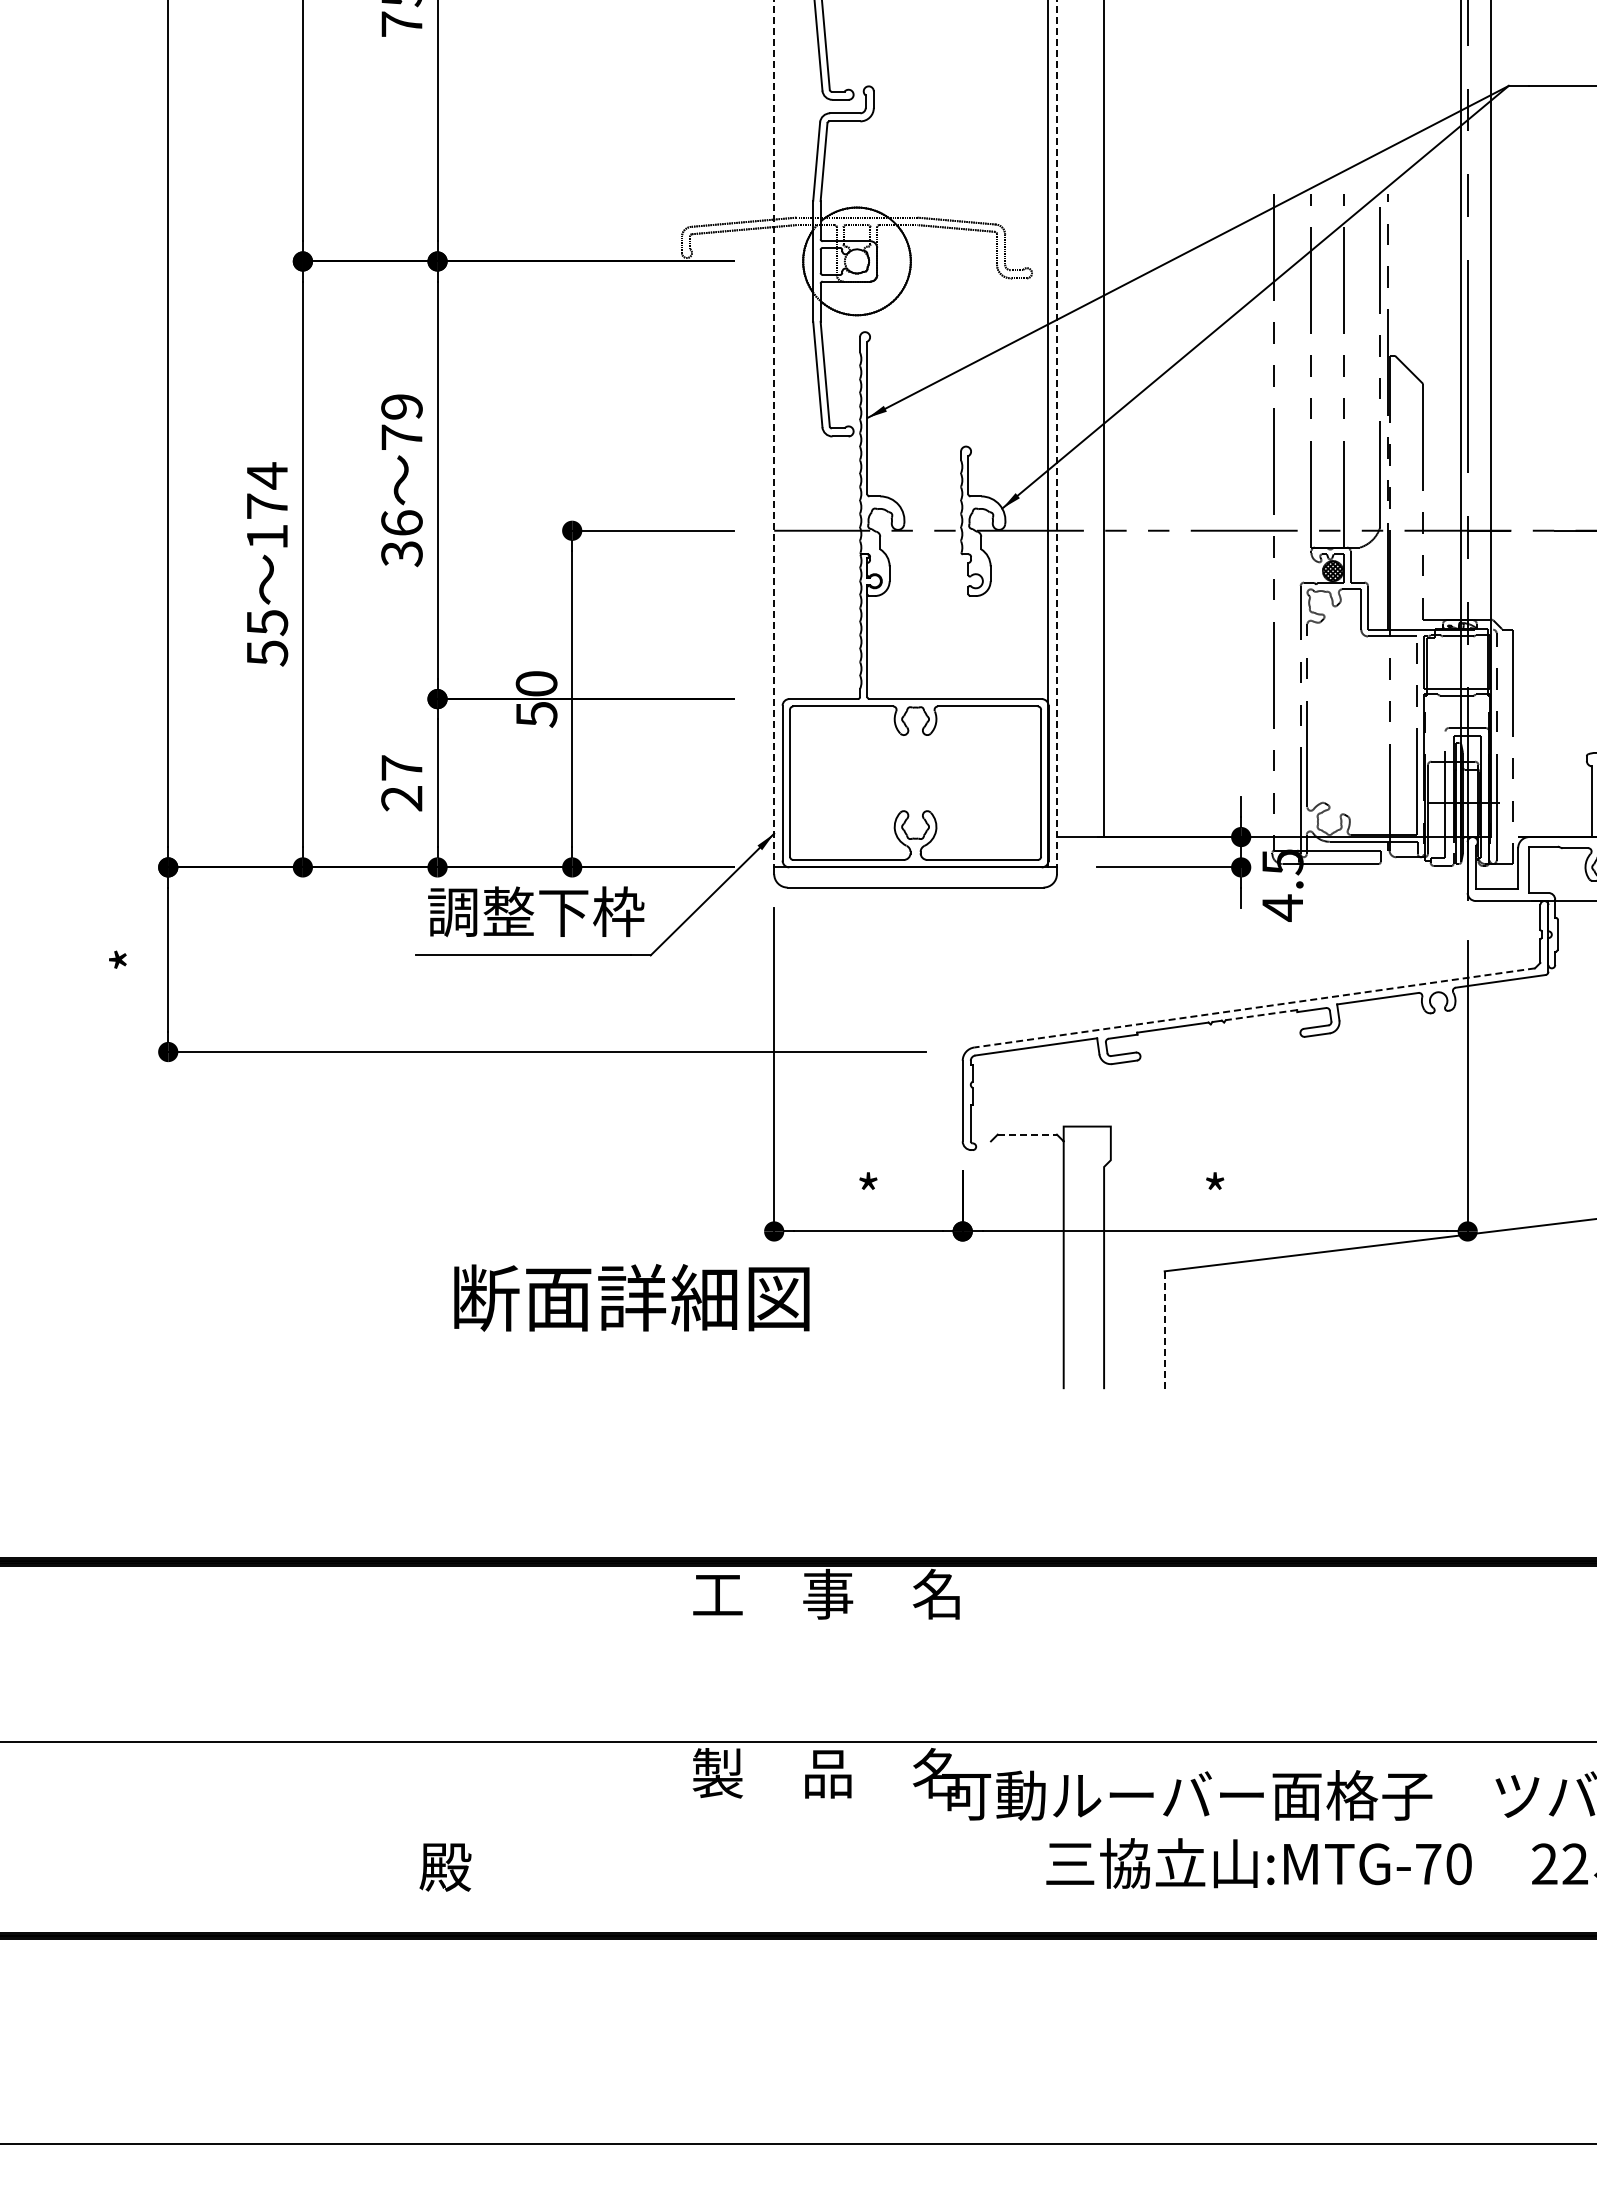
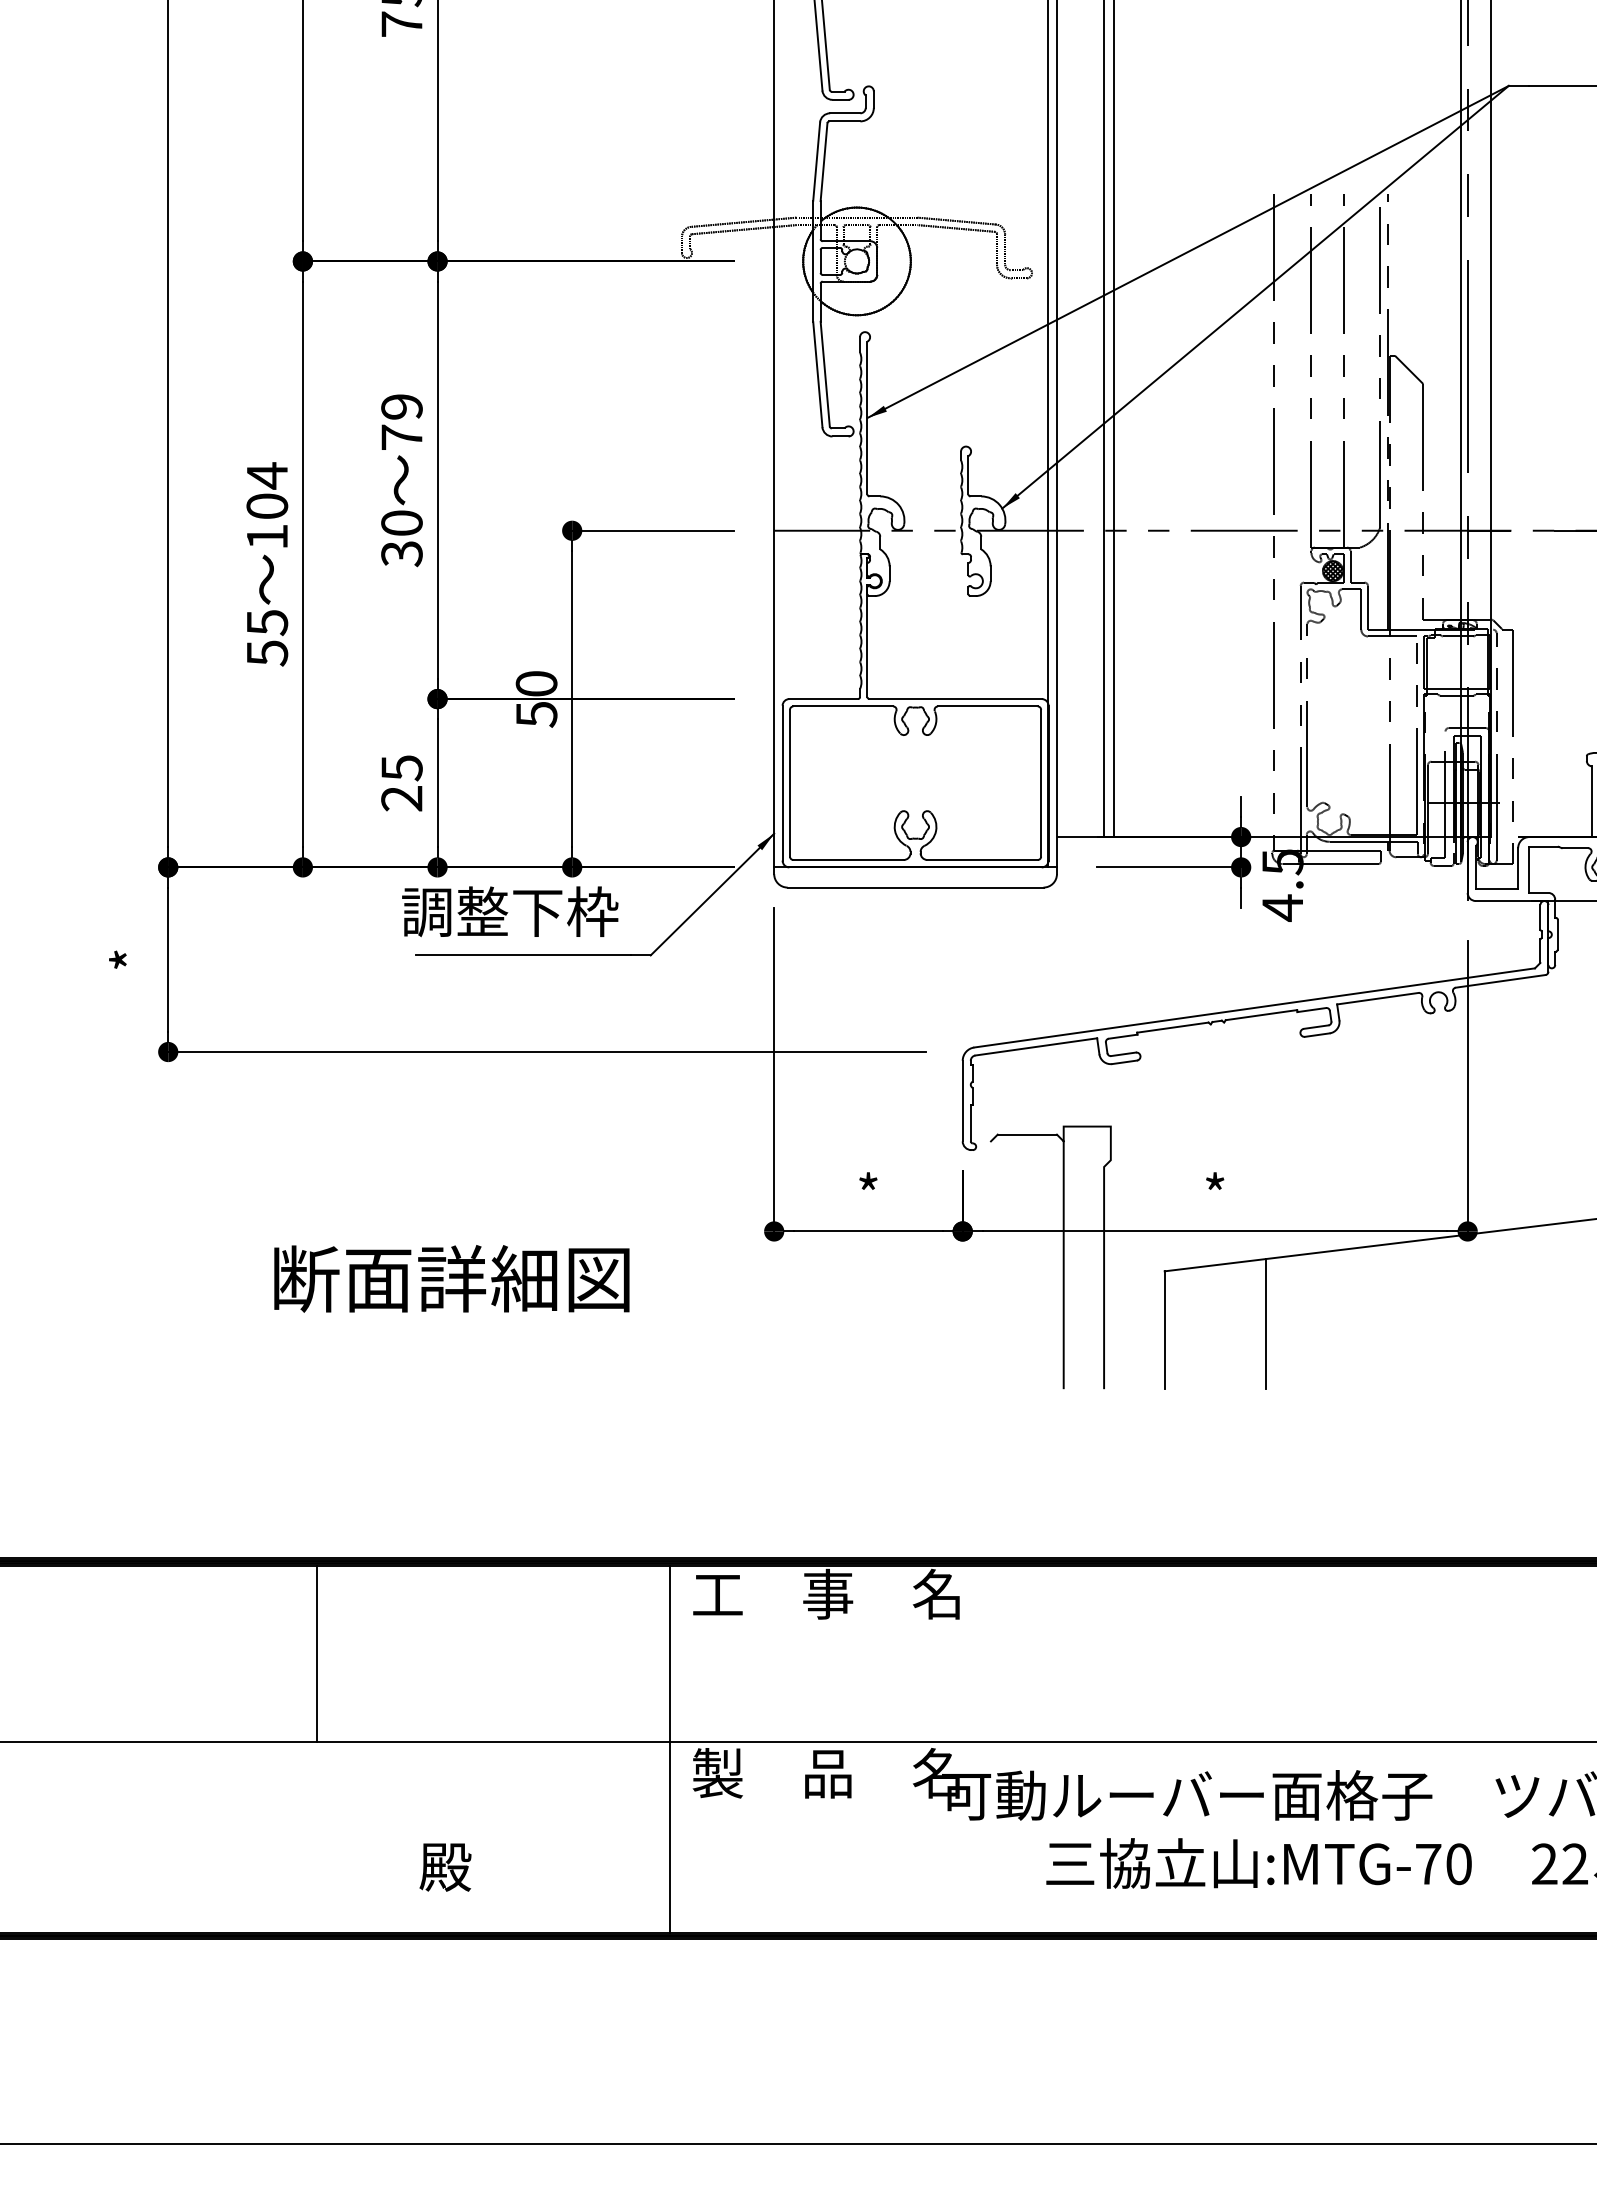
line at (1114, 419): none -> present
line at (774, 434): dashed -> solid
line at (1056, 434): dashed -> solid
text at (267, 505): 174 -> 104
text at (401, 522): 36 -> 30
text at (401, 768): 27 -> 25
text at (536, 911) position: (536, 911) -> (510, 911)
line at (1254, 1008): dashed -> solid
line at (1261, 1015): dashed -> solid
line at (1027, 1134): dashed -> solid
text at (631, 1297) position: (631, 1297) -> (451, 1278)
line at (1265, 1324): none -> present
line at (1164, 1330): dashed -> solid
line at (316, 1653): none -> present
line at (670, 1749): none -> present
